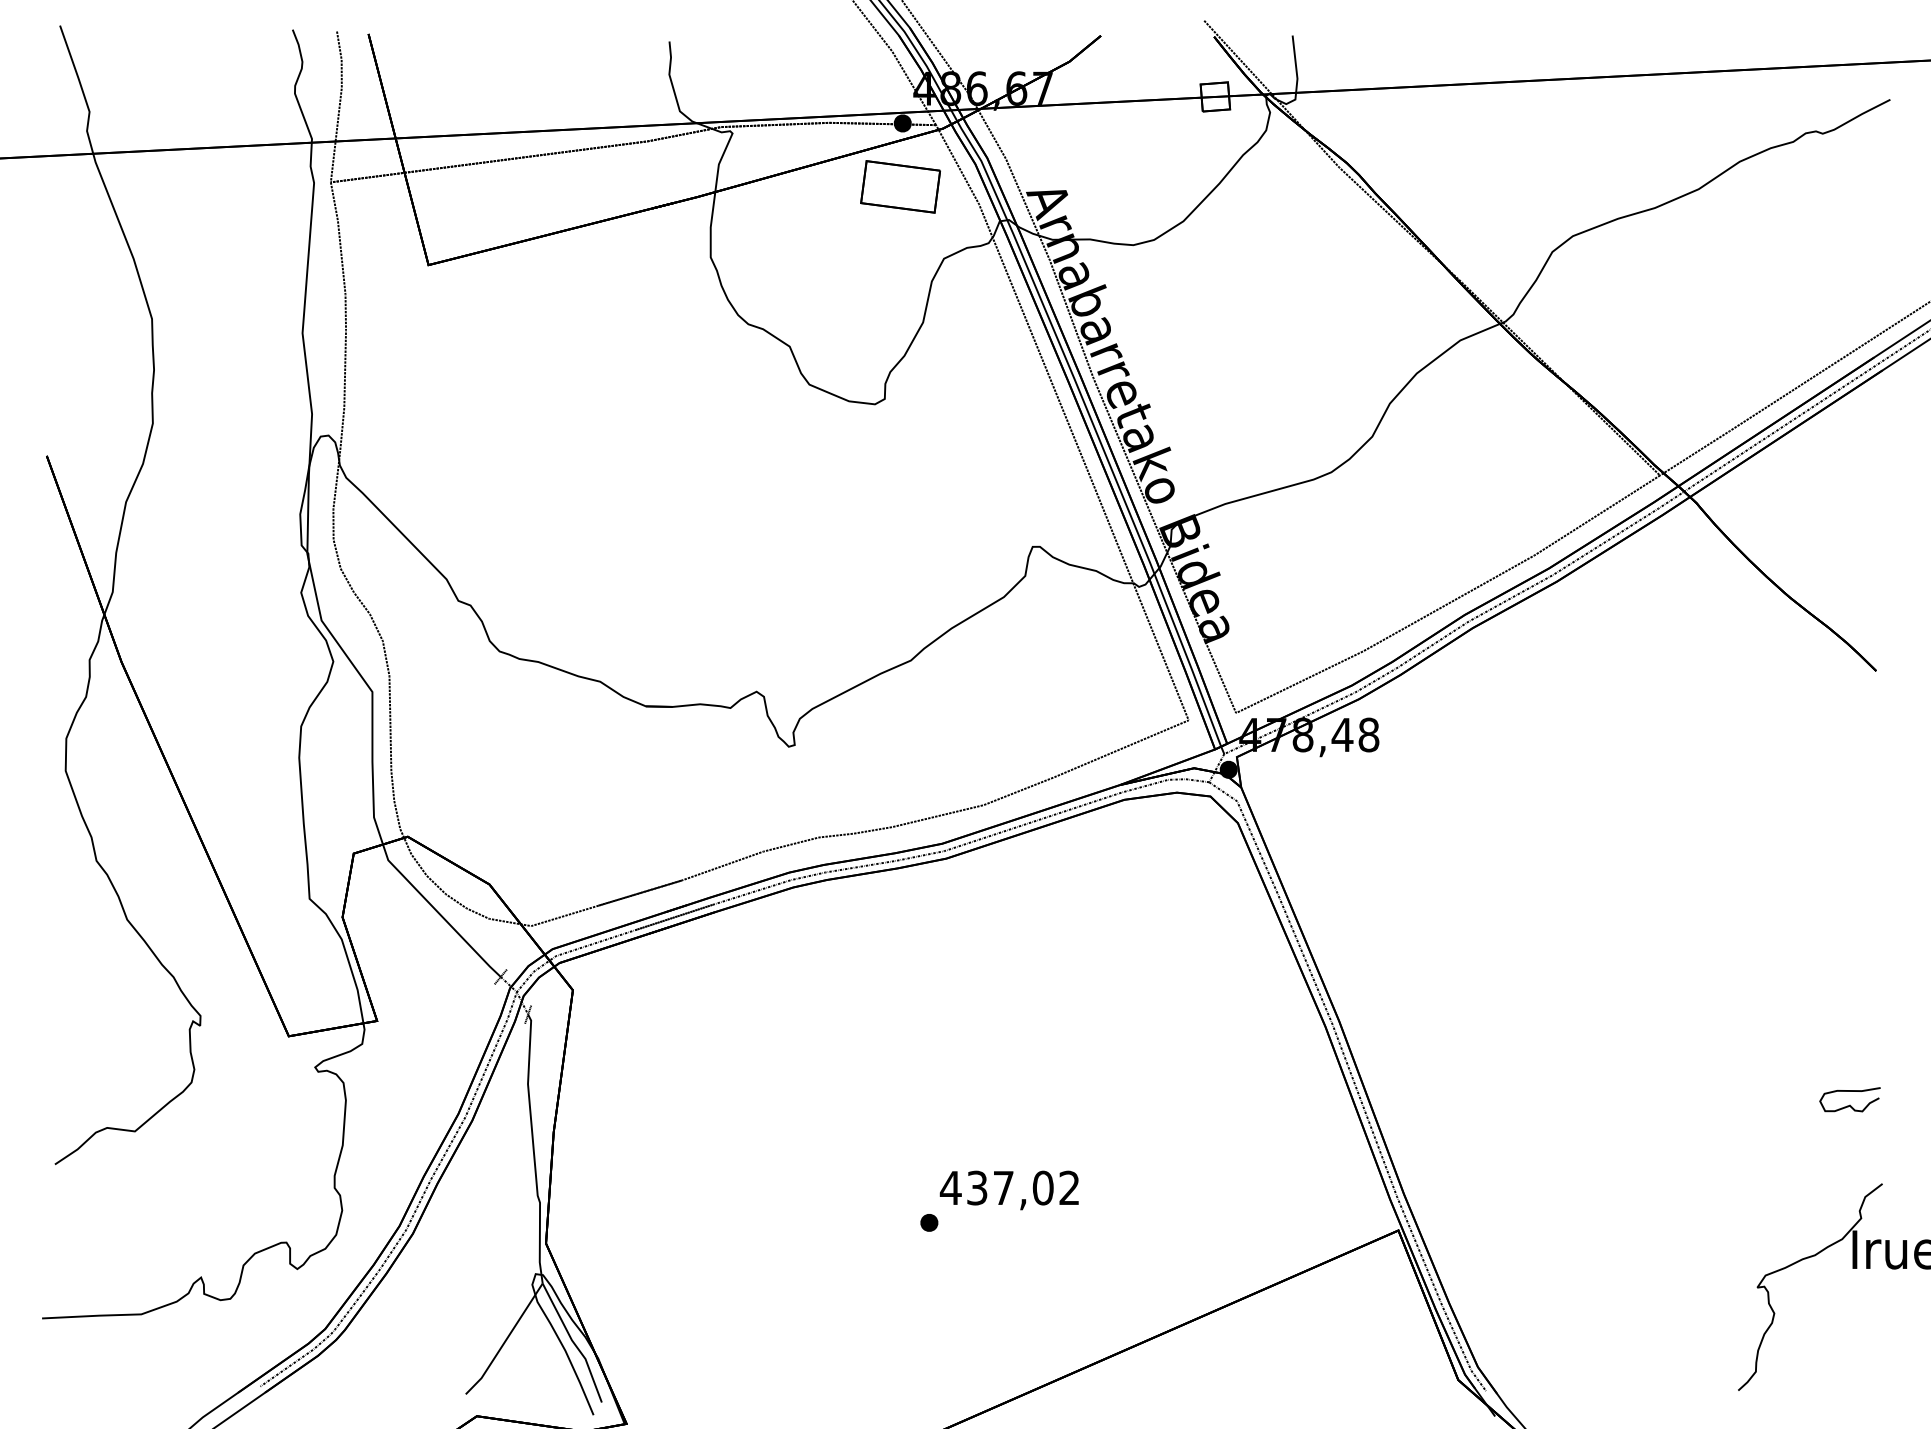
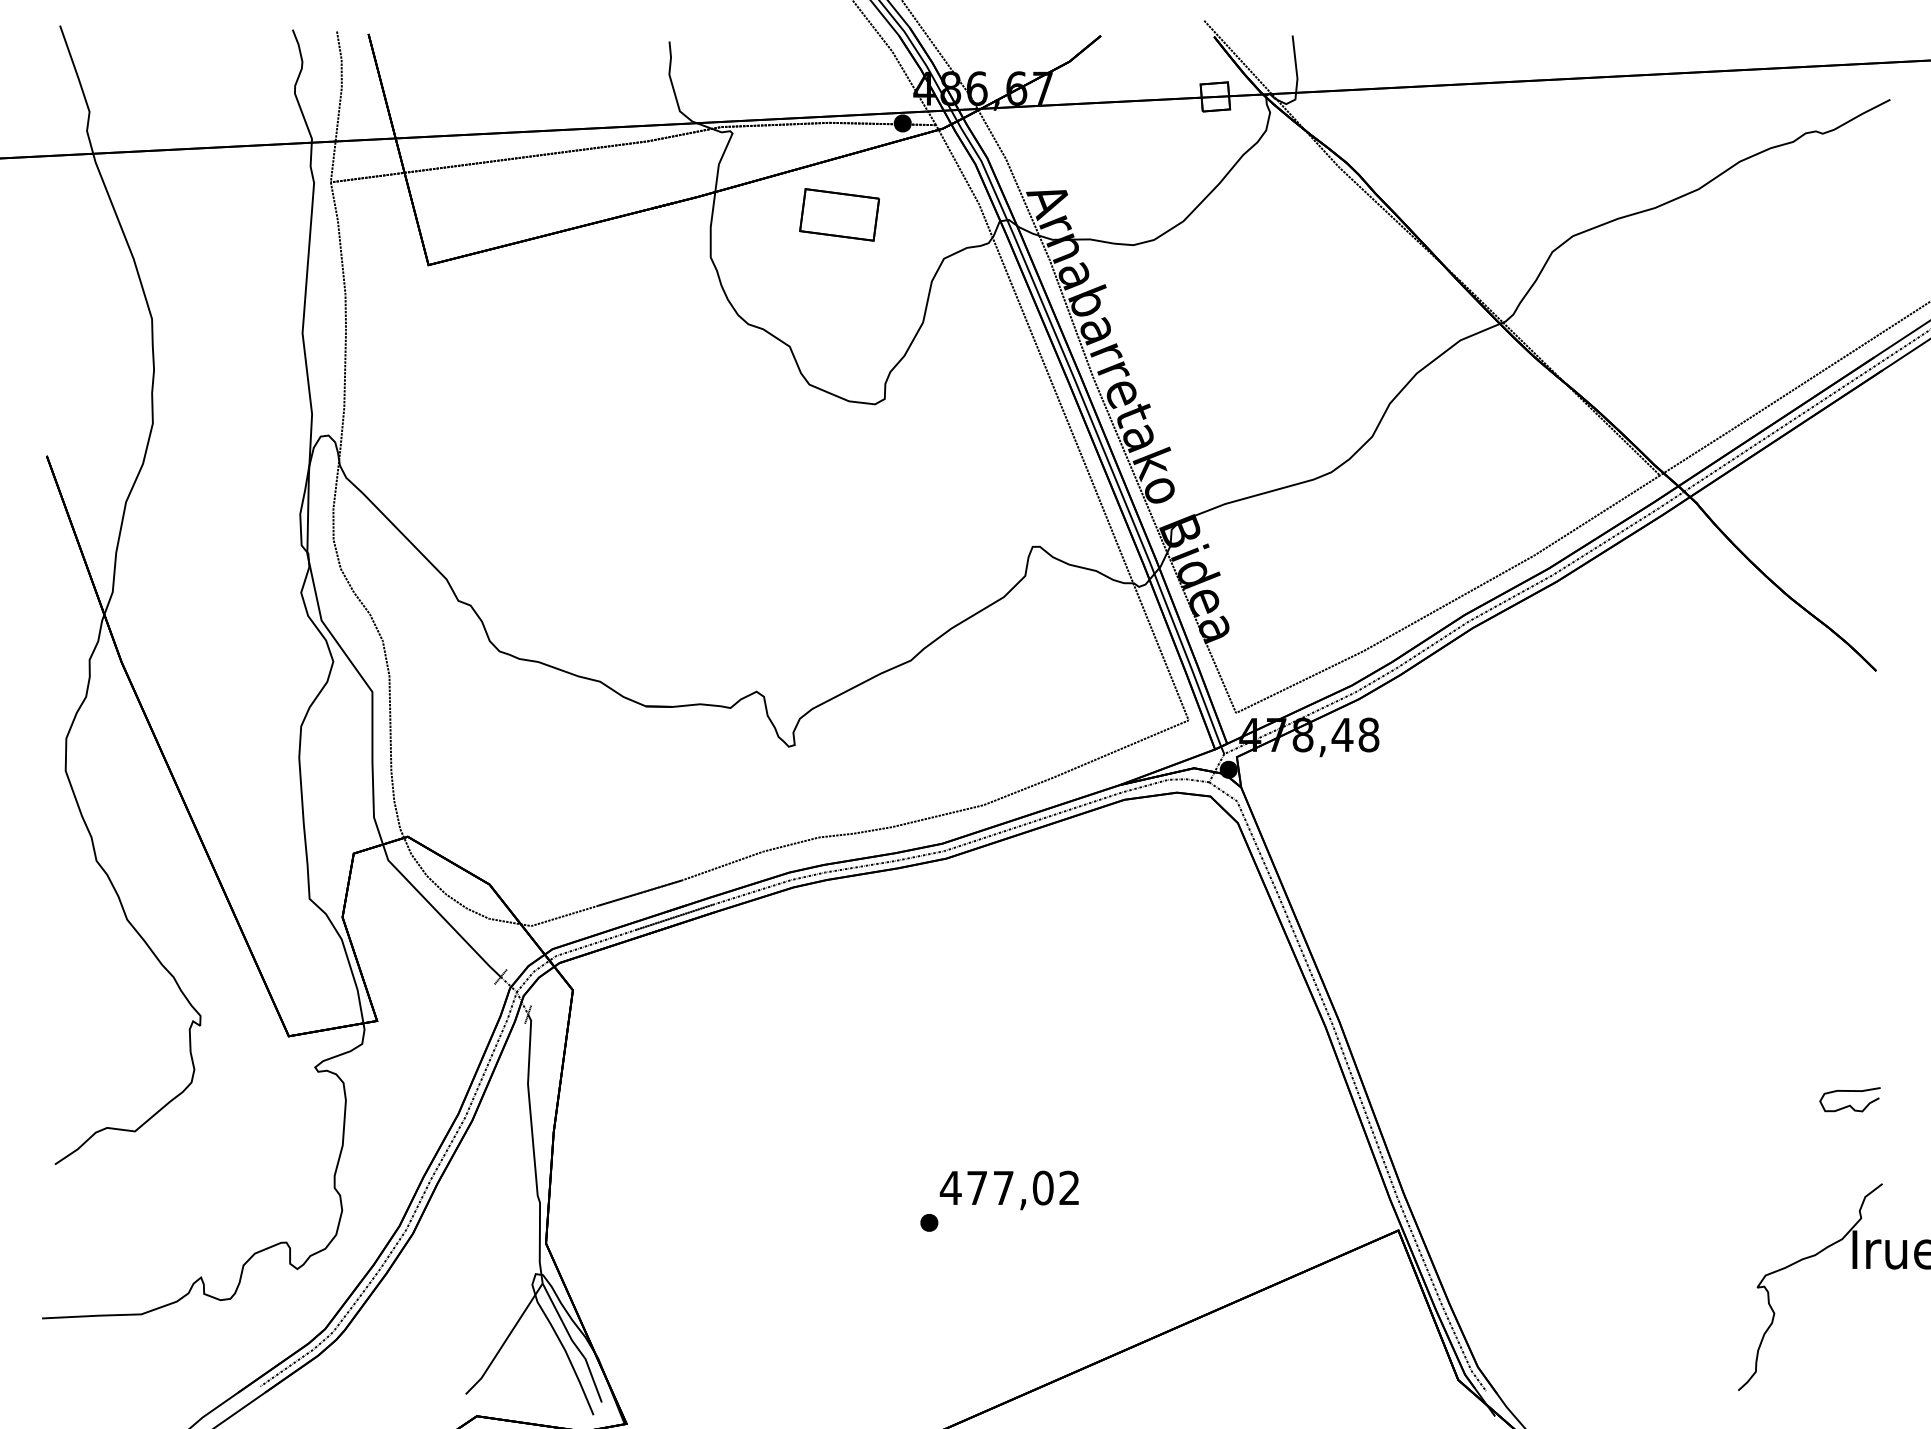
part at (900, 186) position: (900, 186) -> (839, 214)
text at (977, 1187): 437,02 -> 477,02
